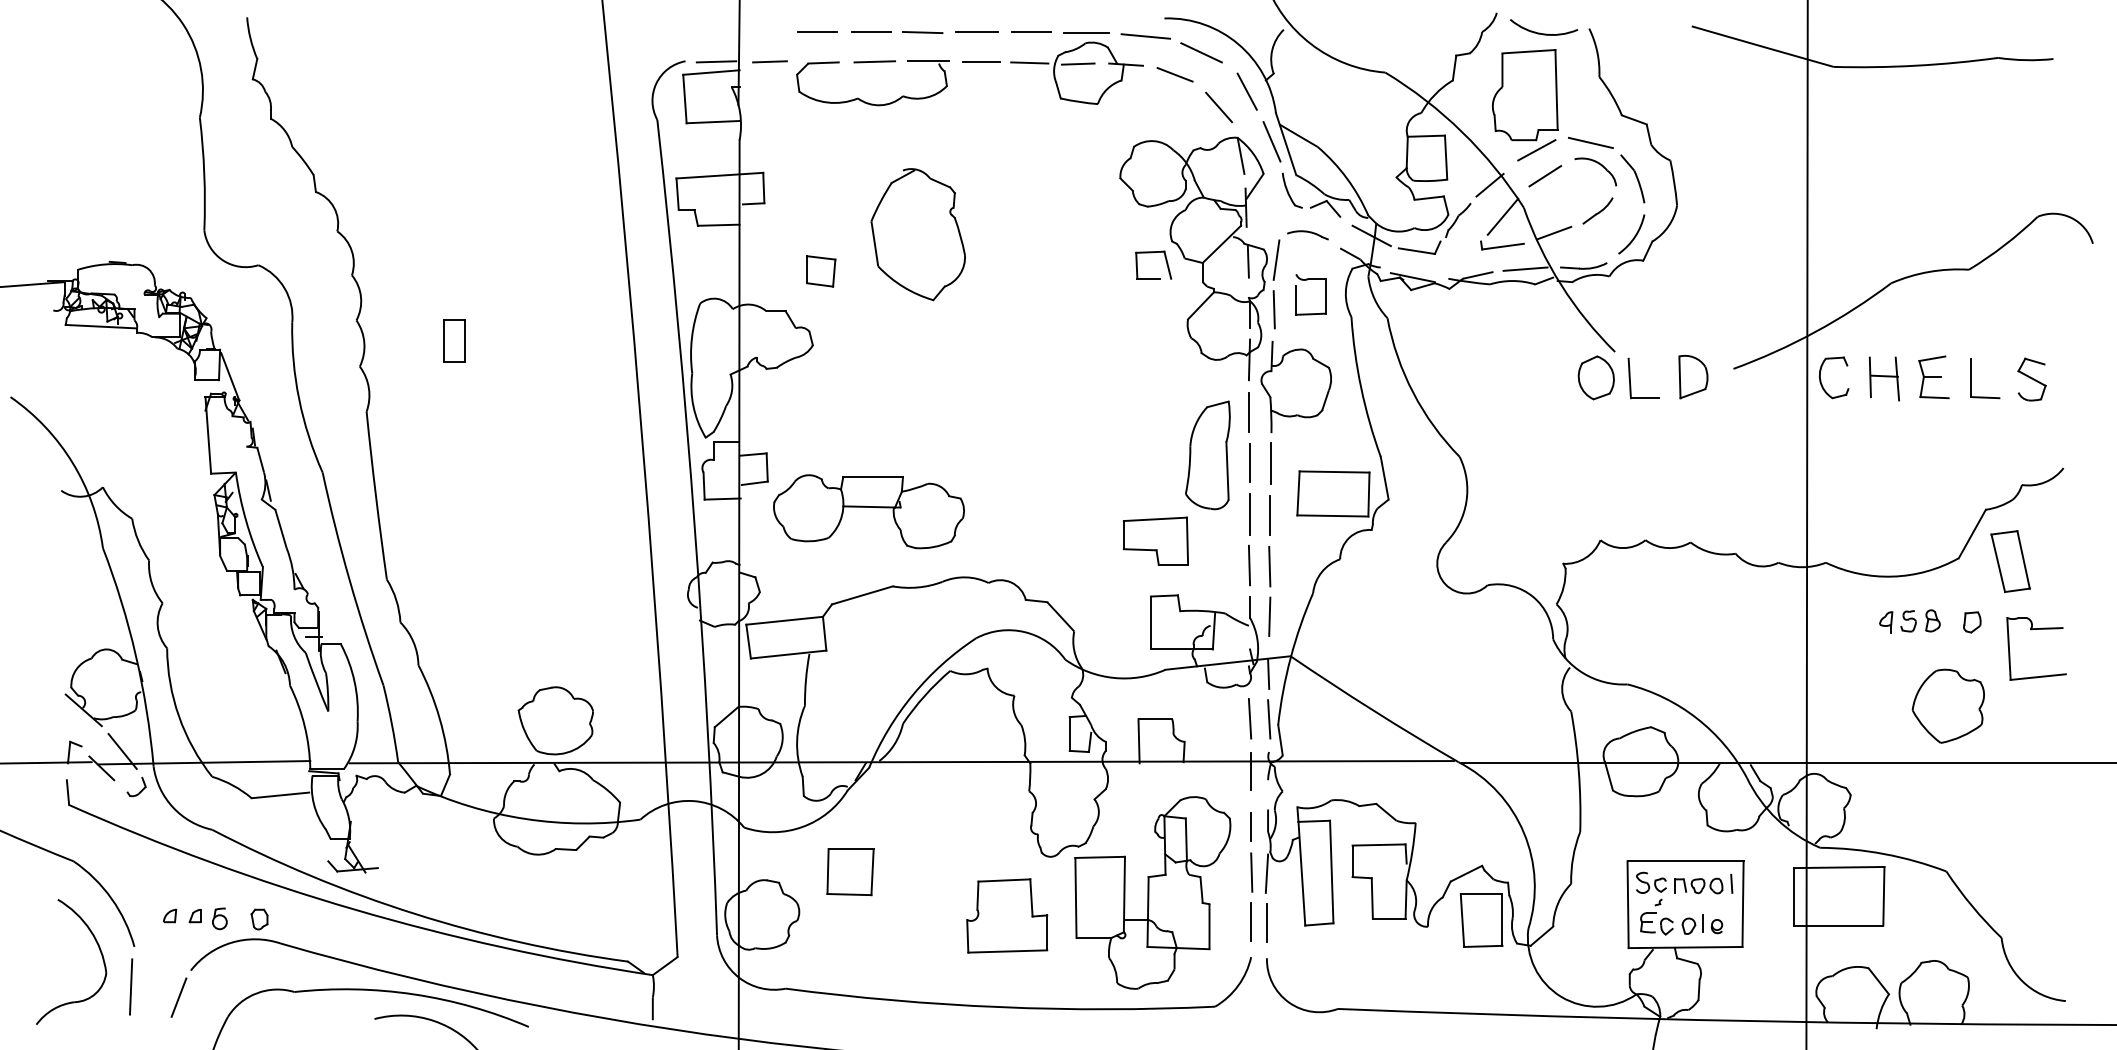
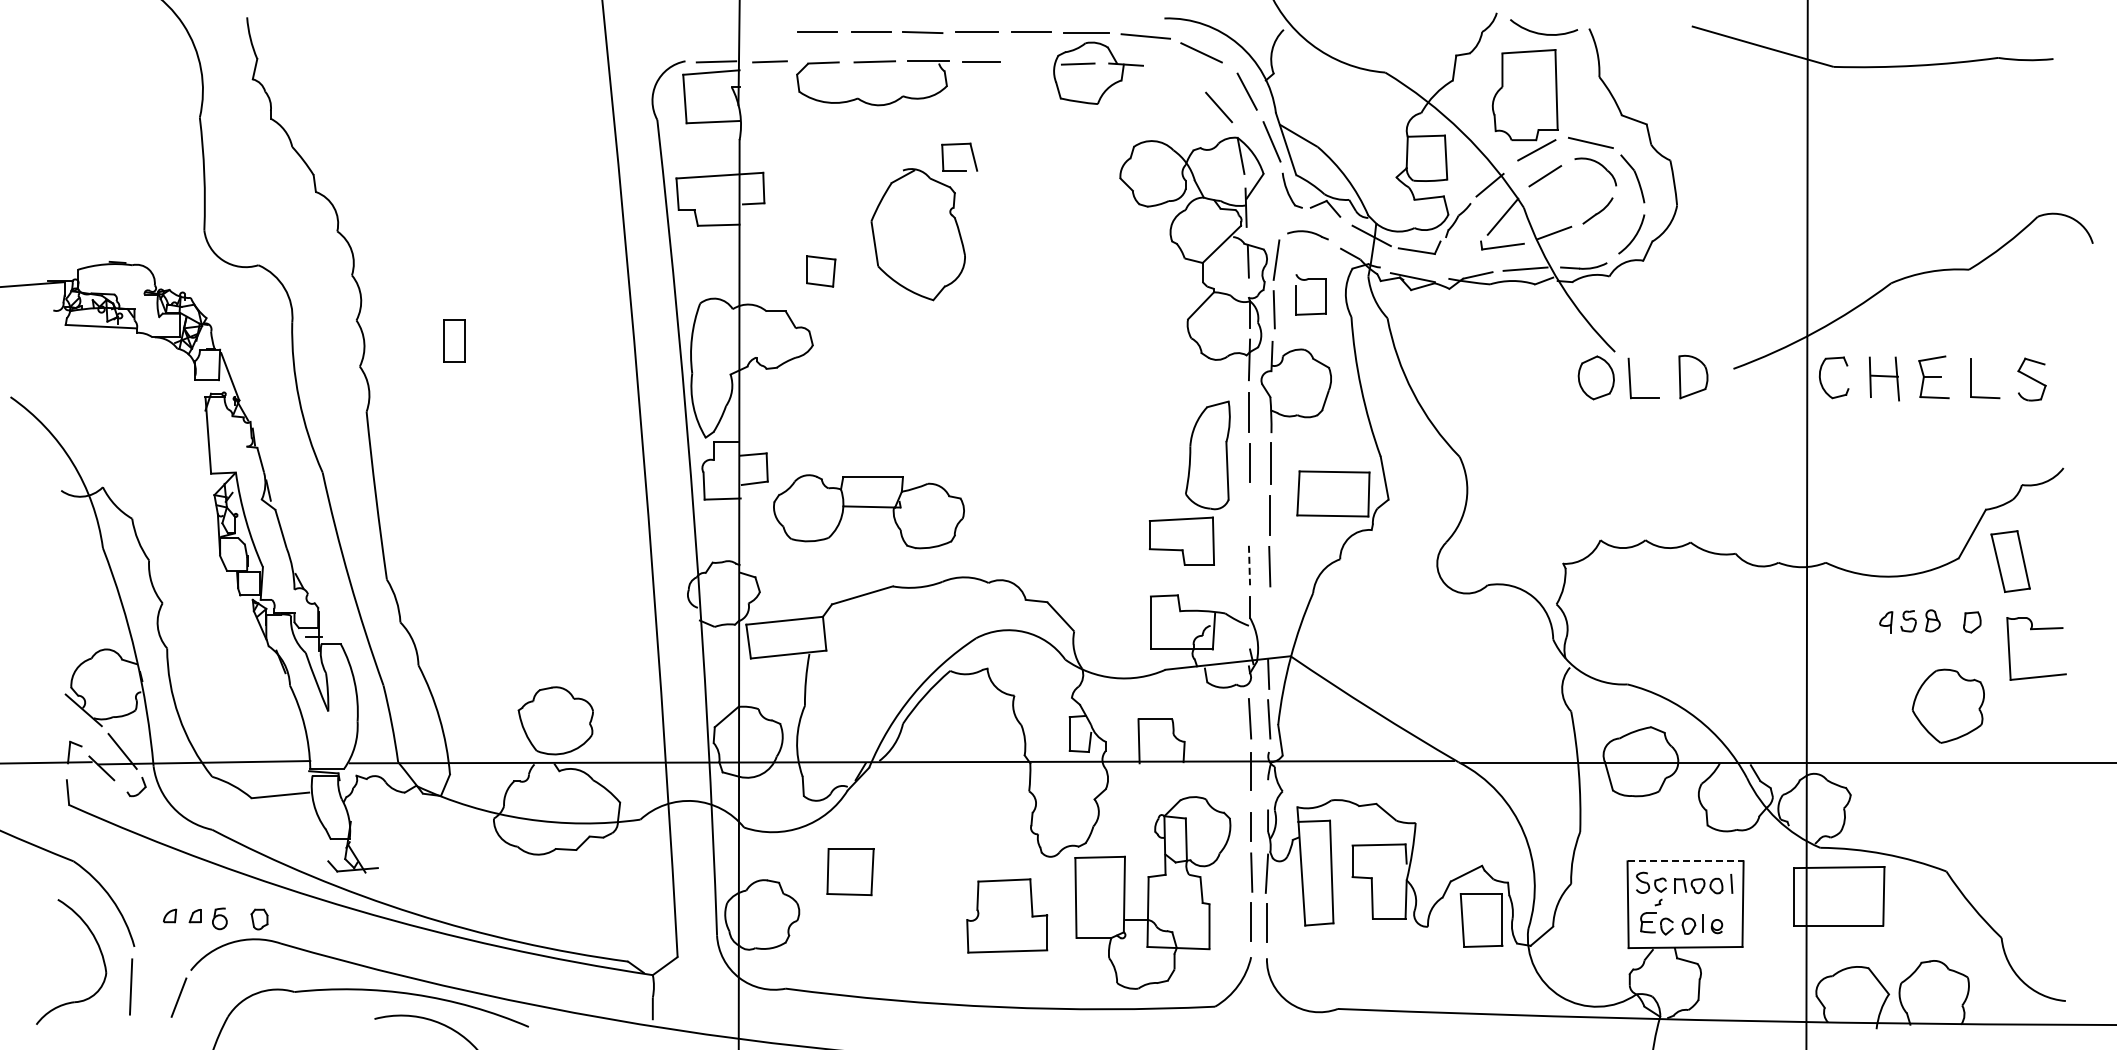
line at (1029, 62): present -> none
line at (1174, 74): present -> none
part at (1152, 253) position: (1152, 253) -> (958, 145)
line at (1250, 513): present -> none
part at (1155, 540) position: (1155, 540) -> (1181, 540)
line at (1249, 565): solid -> dashed
line at (1269, 616): present -> none
line at (1686, 861): solid -> dashed
